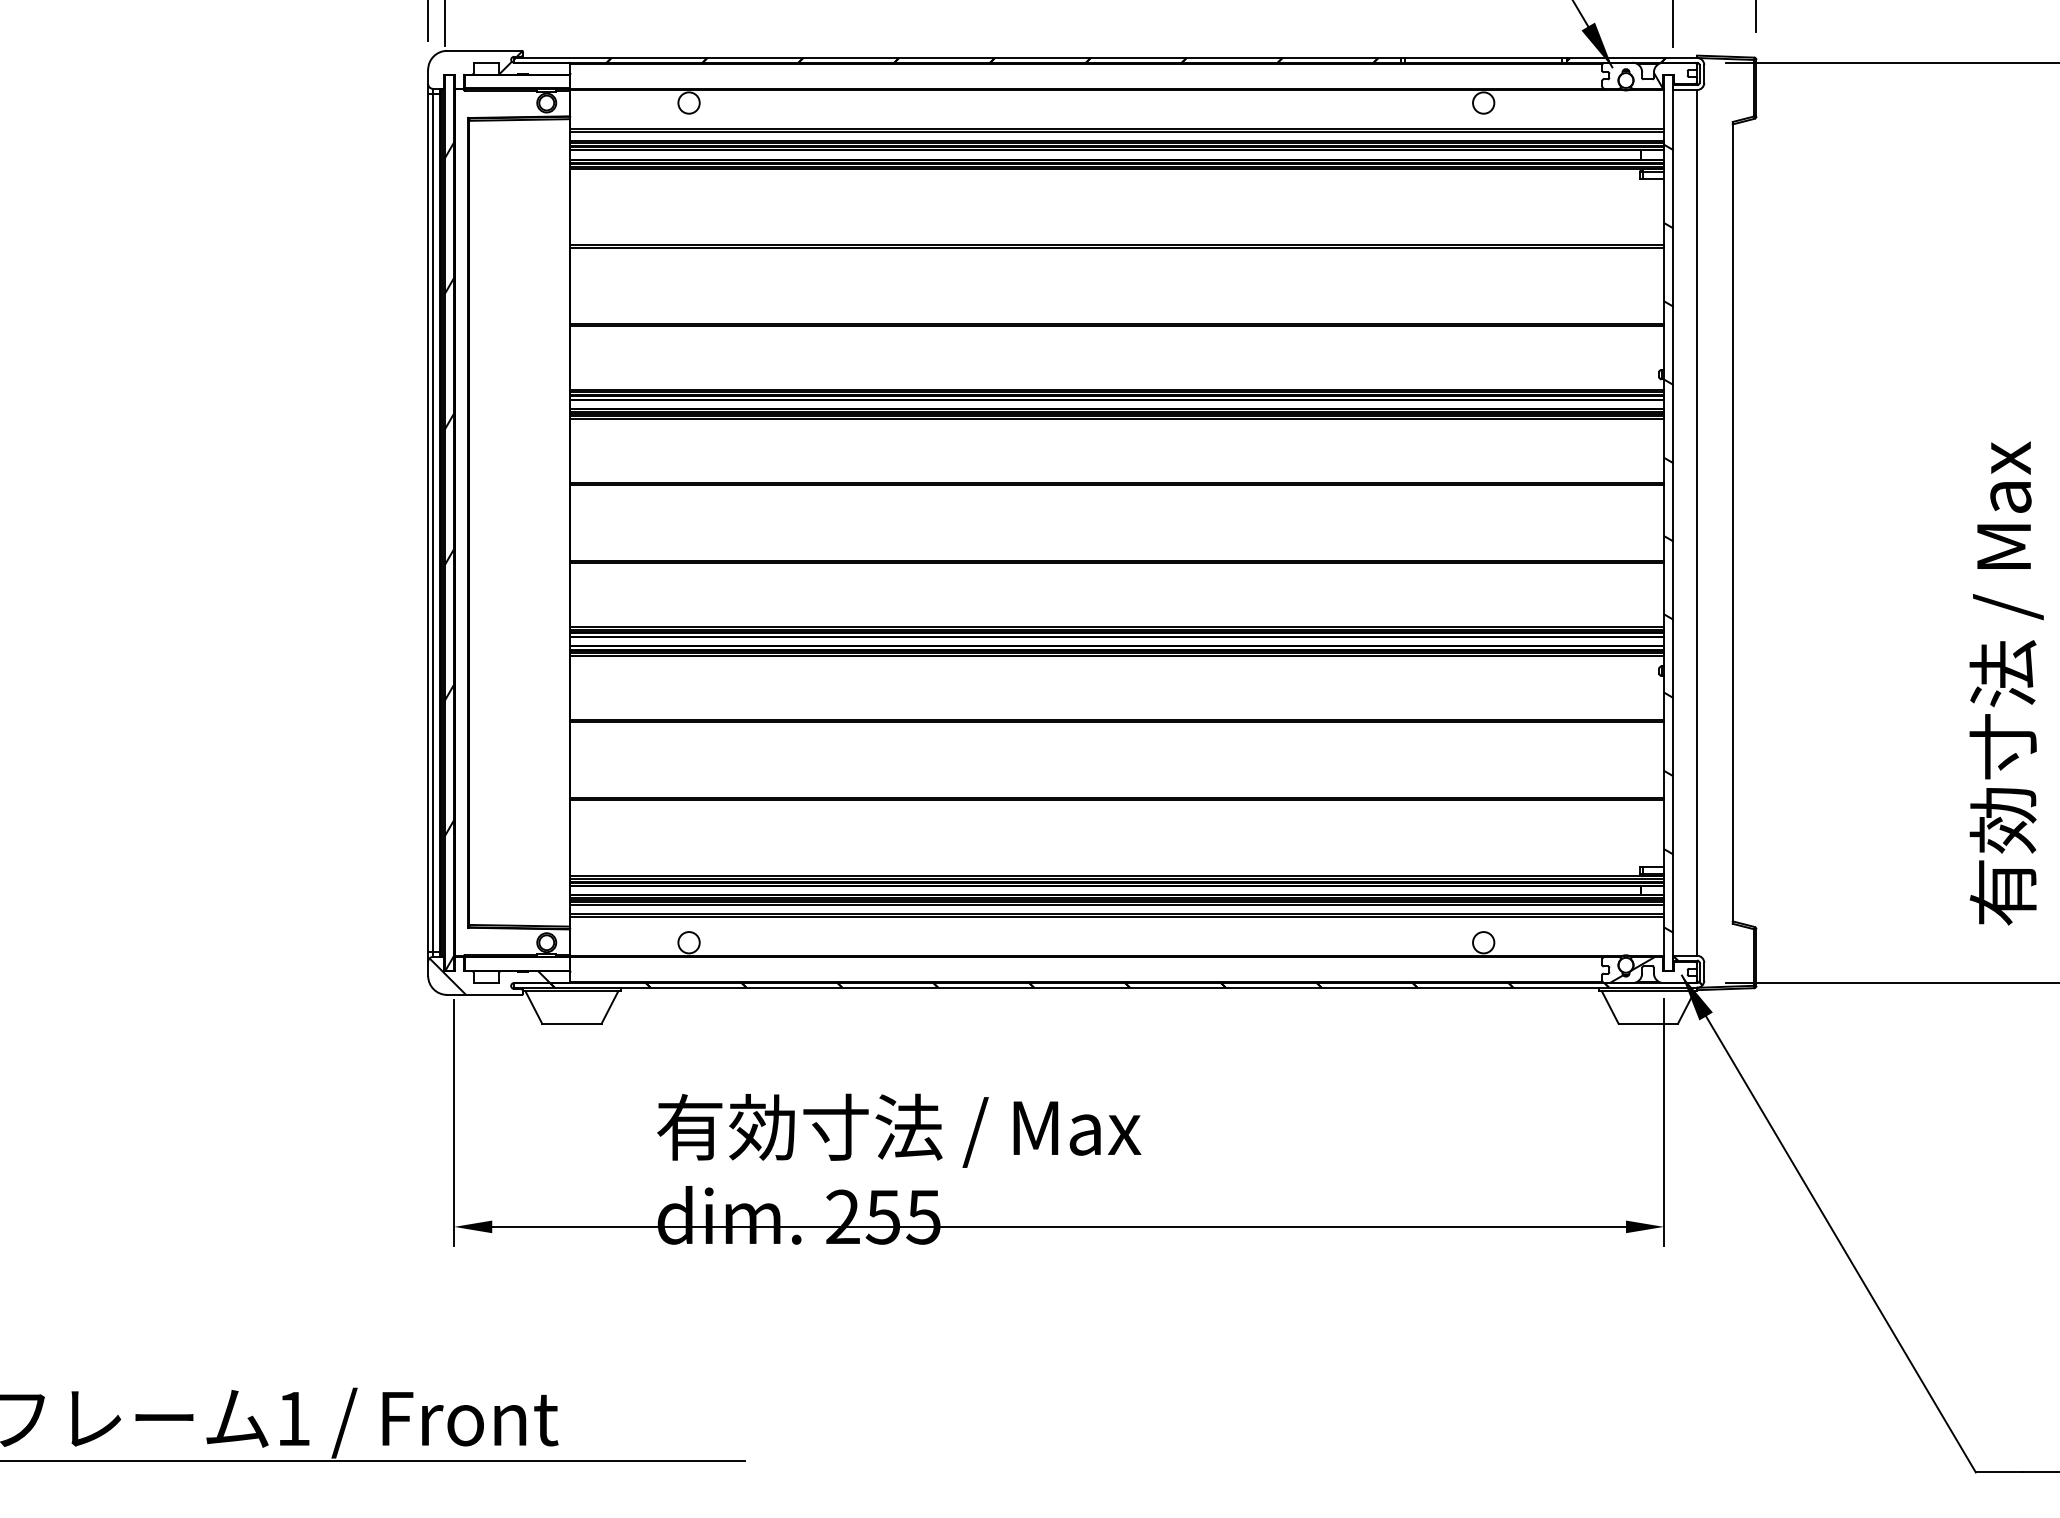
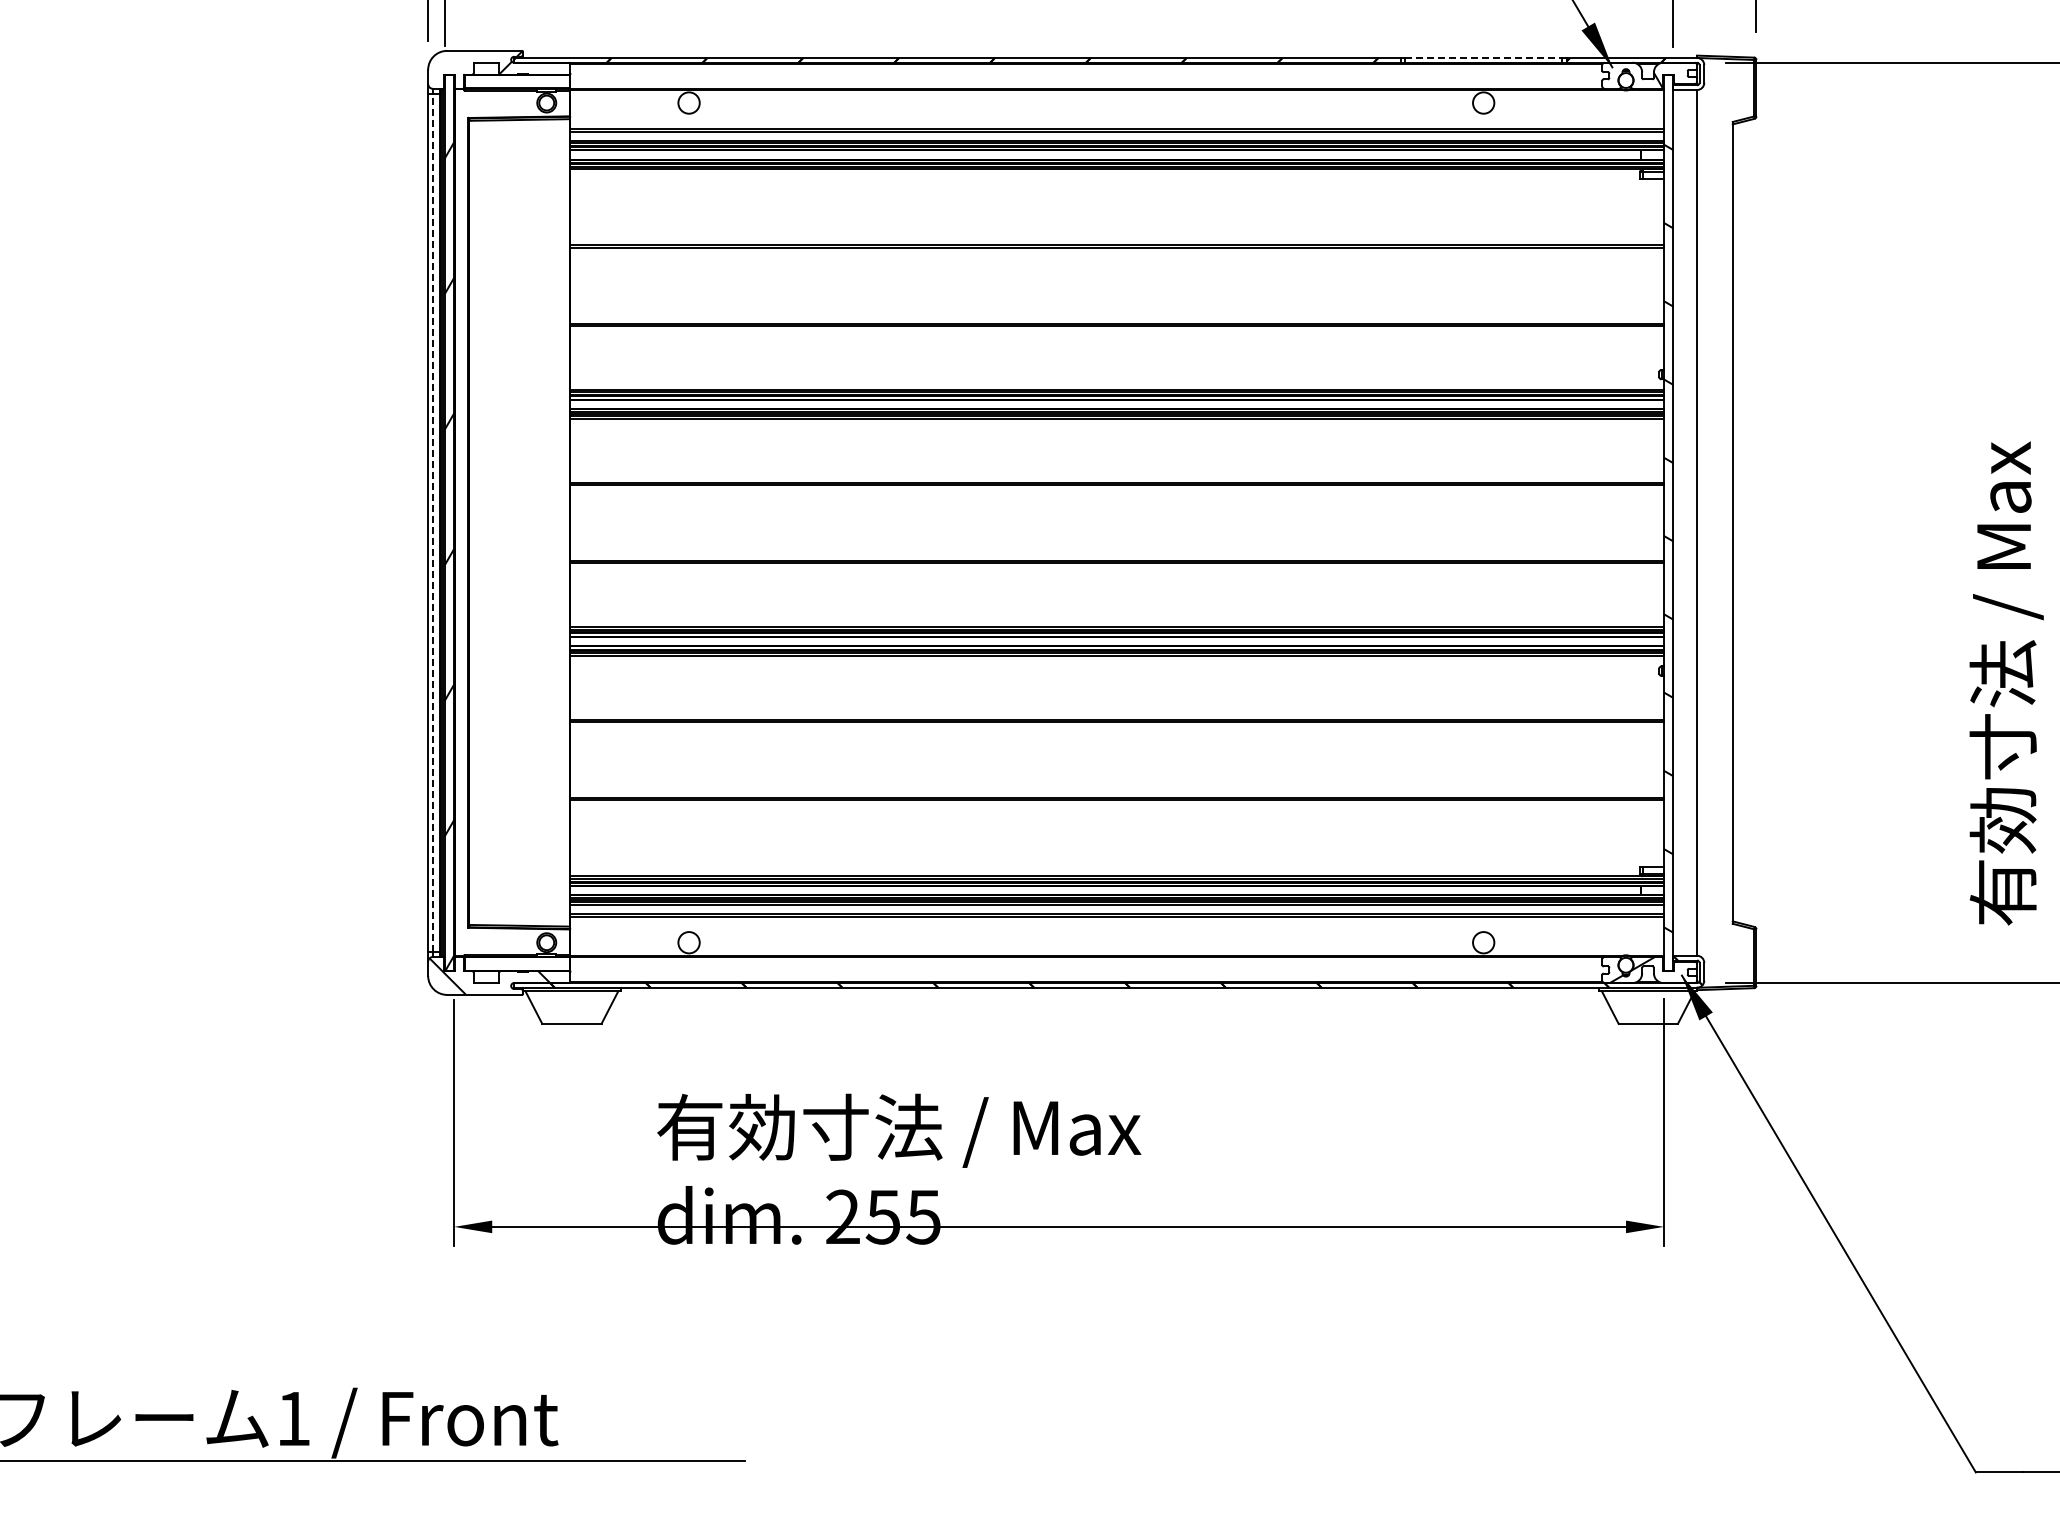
line at (1484, 57): solid -> dashed
line at (432, 522): solid -> dashed
